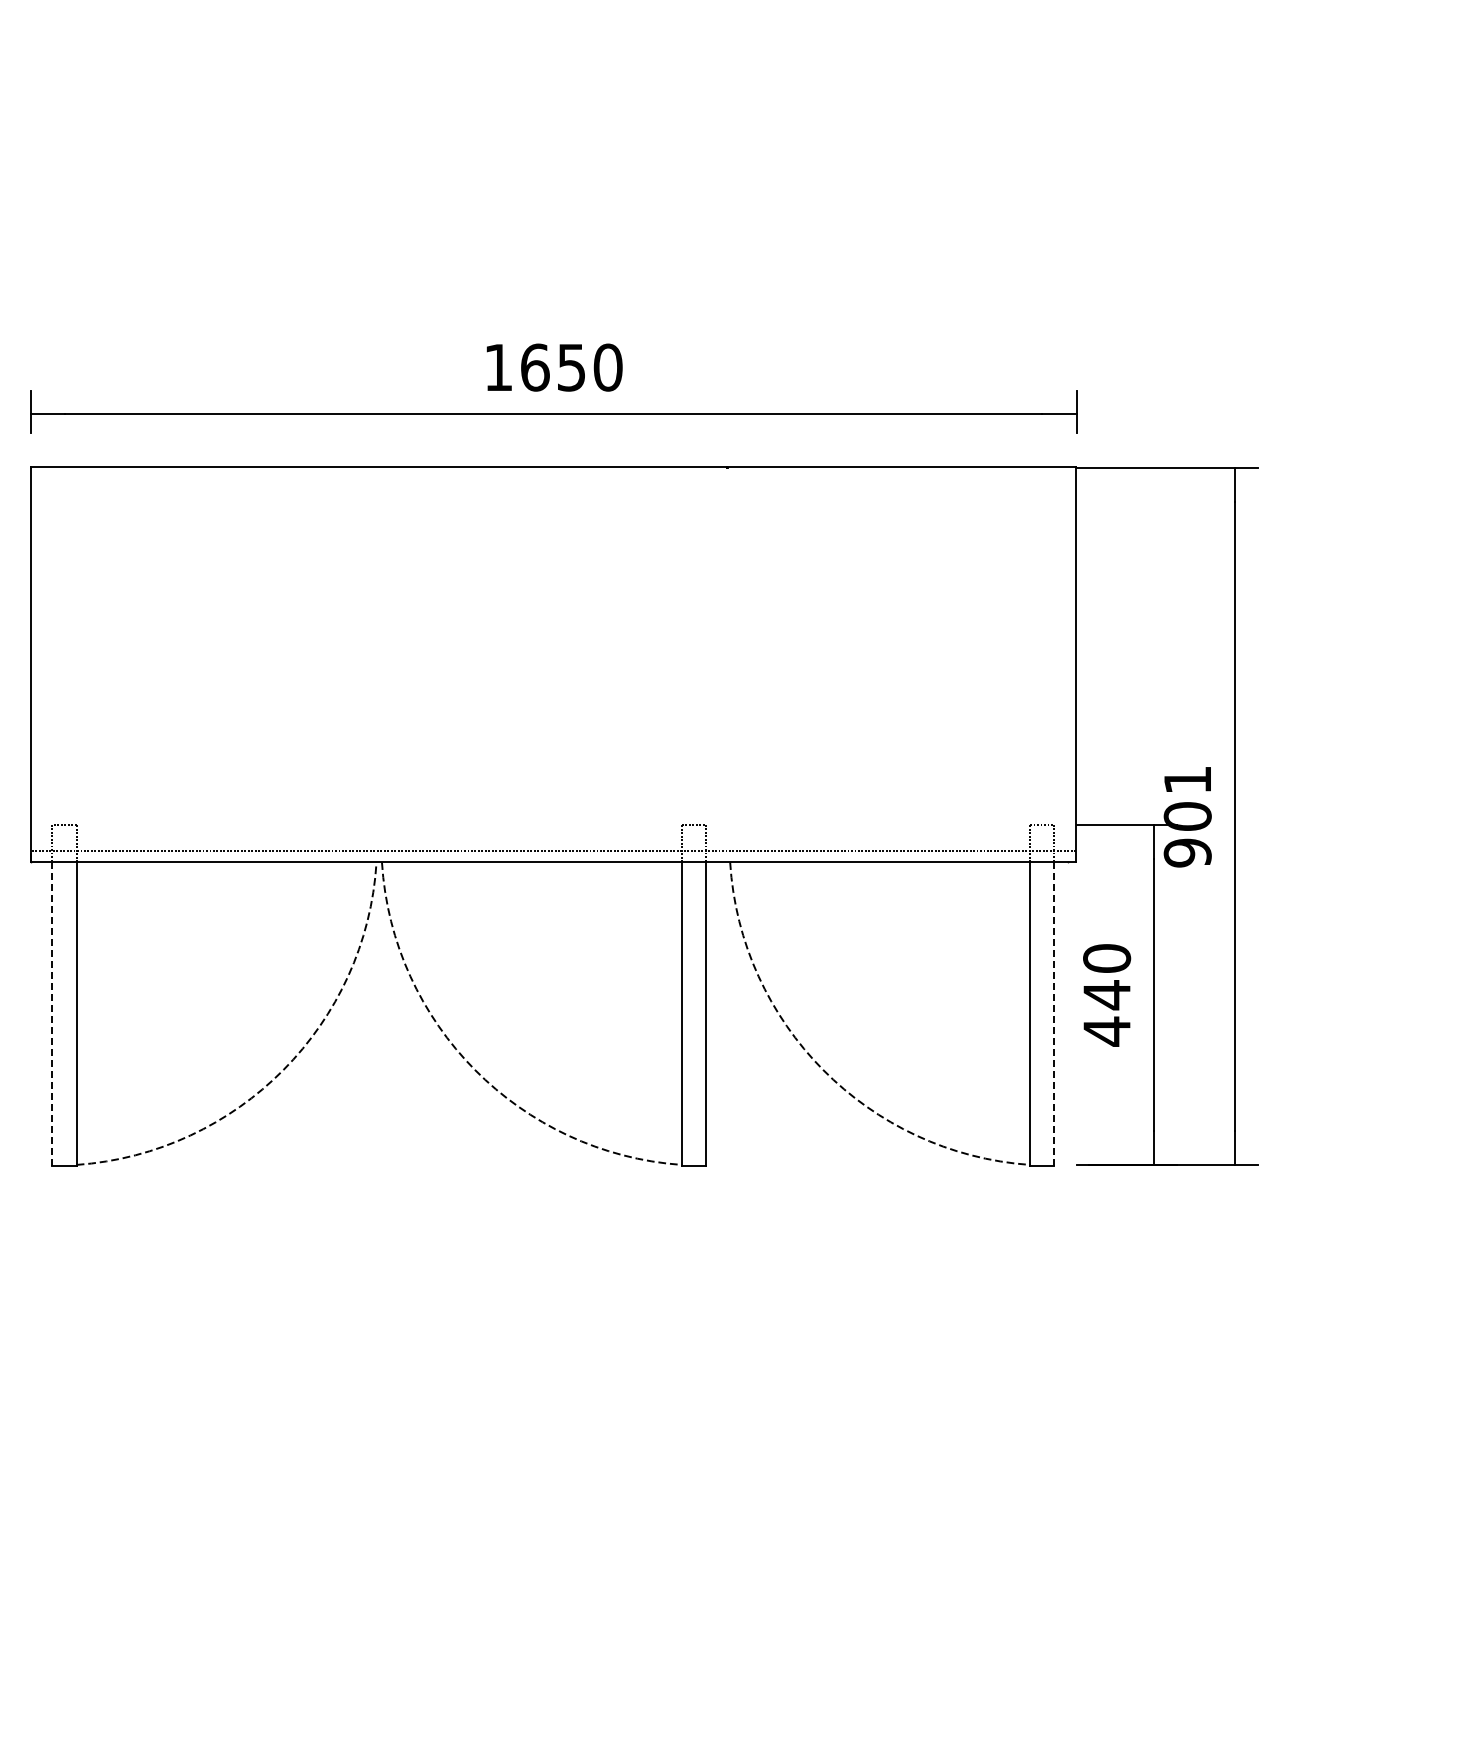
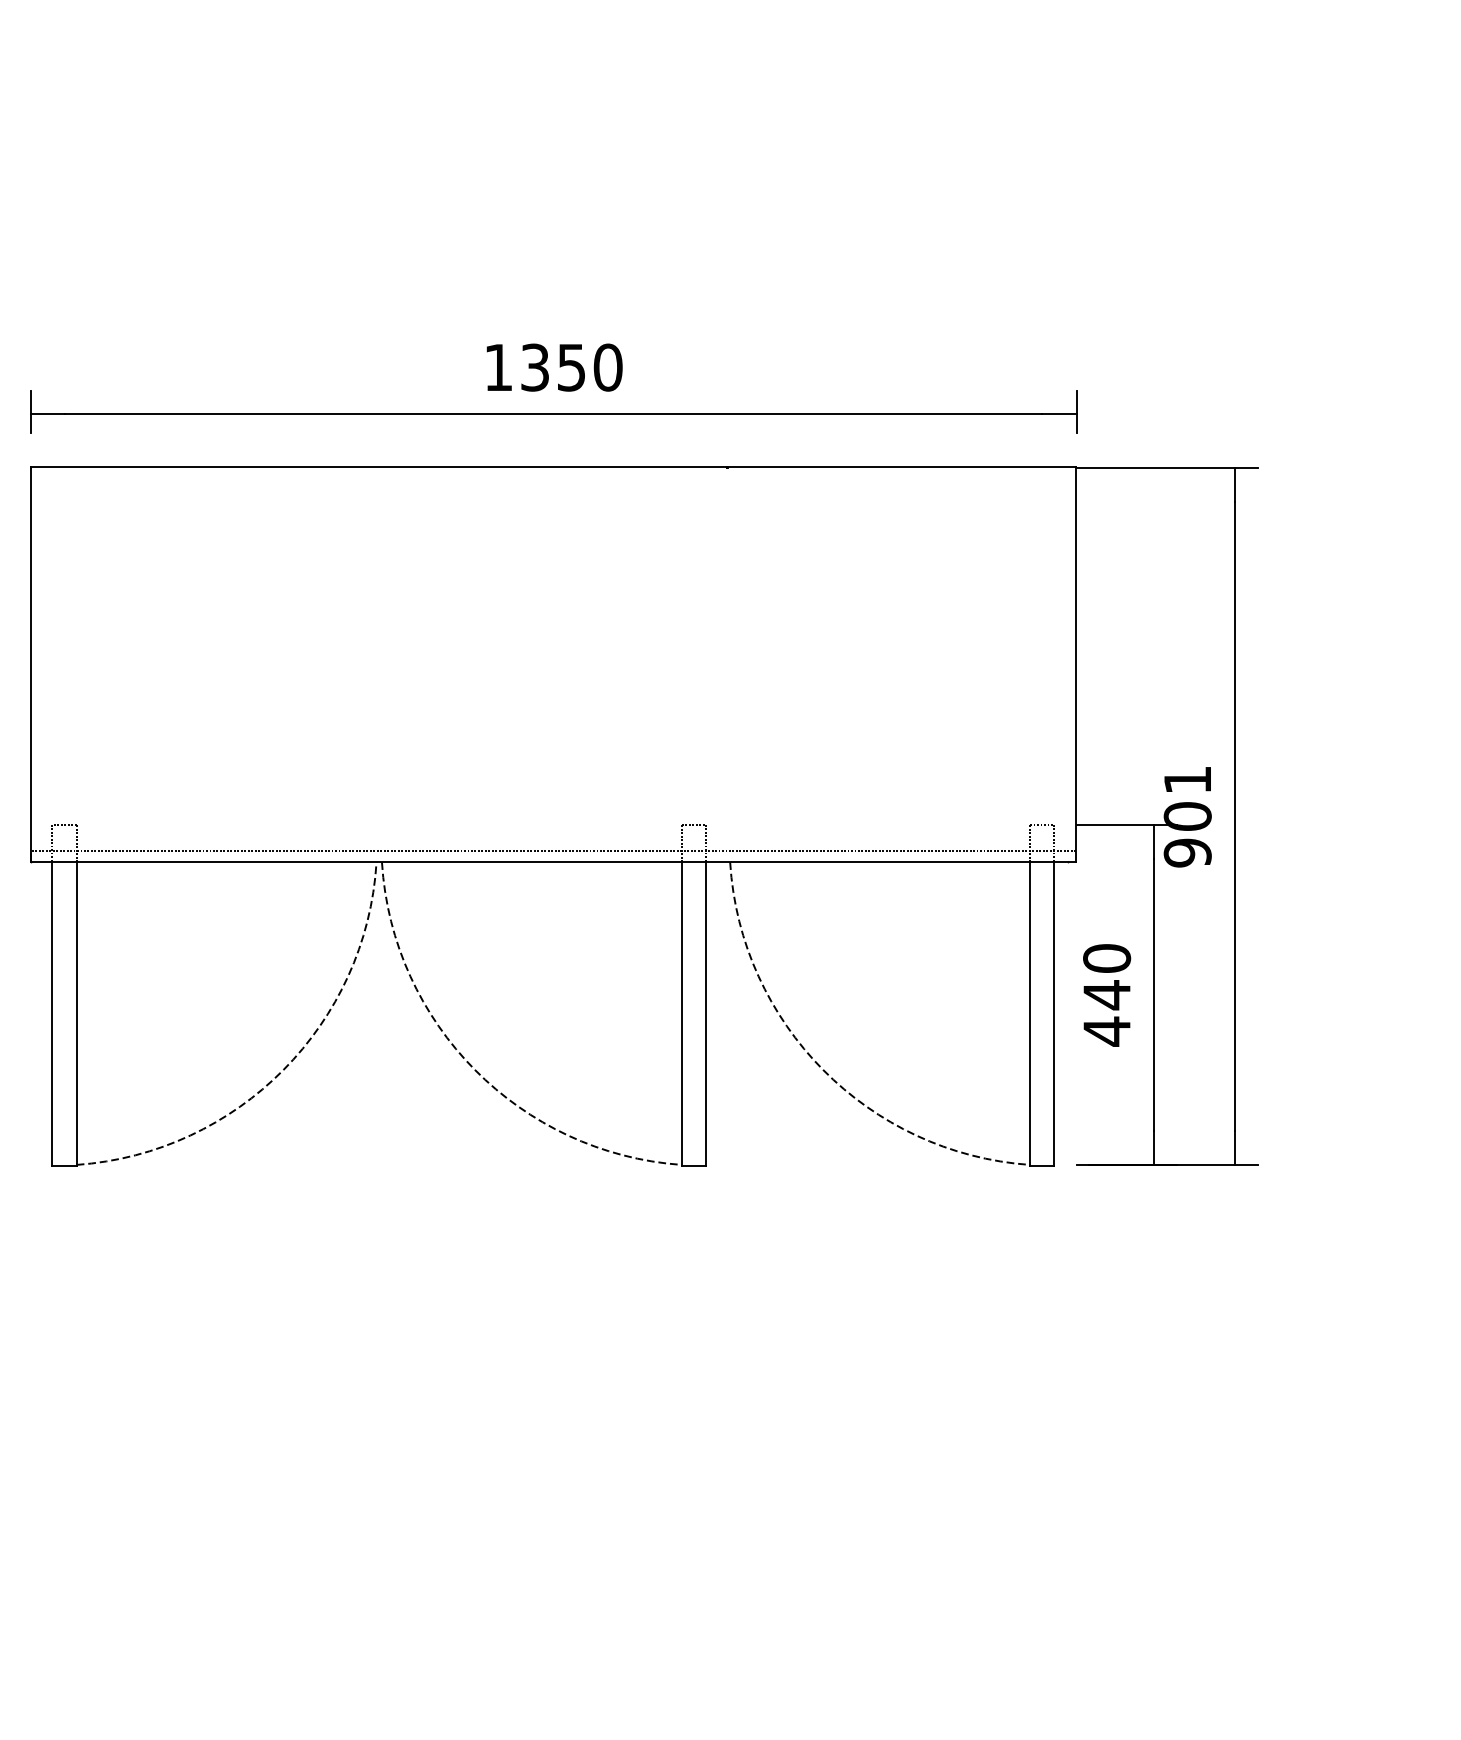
text at (535, 367): 1650 -> 1350
line at (52, 1013): dashed -> solid
line at (1054, 1013): dashed -> solid
